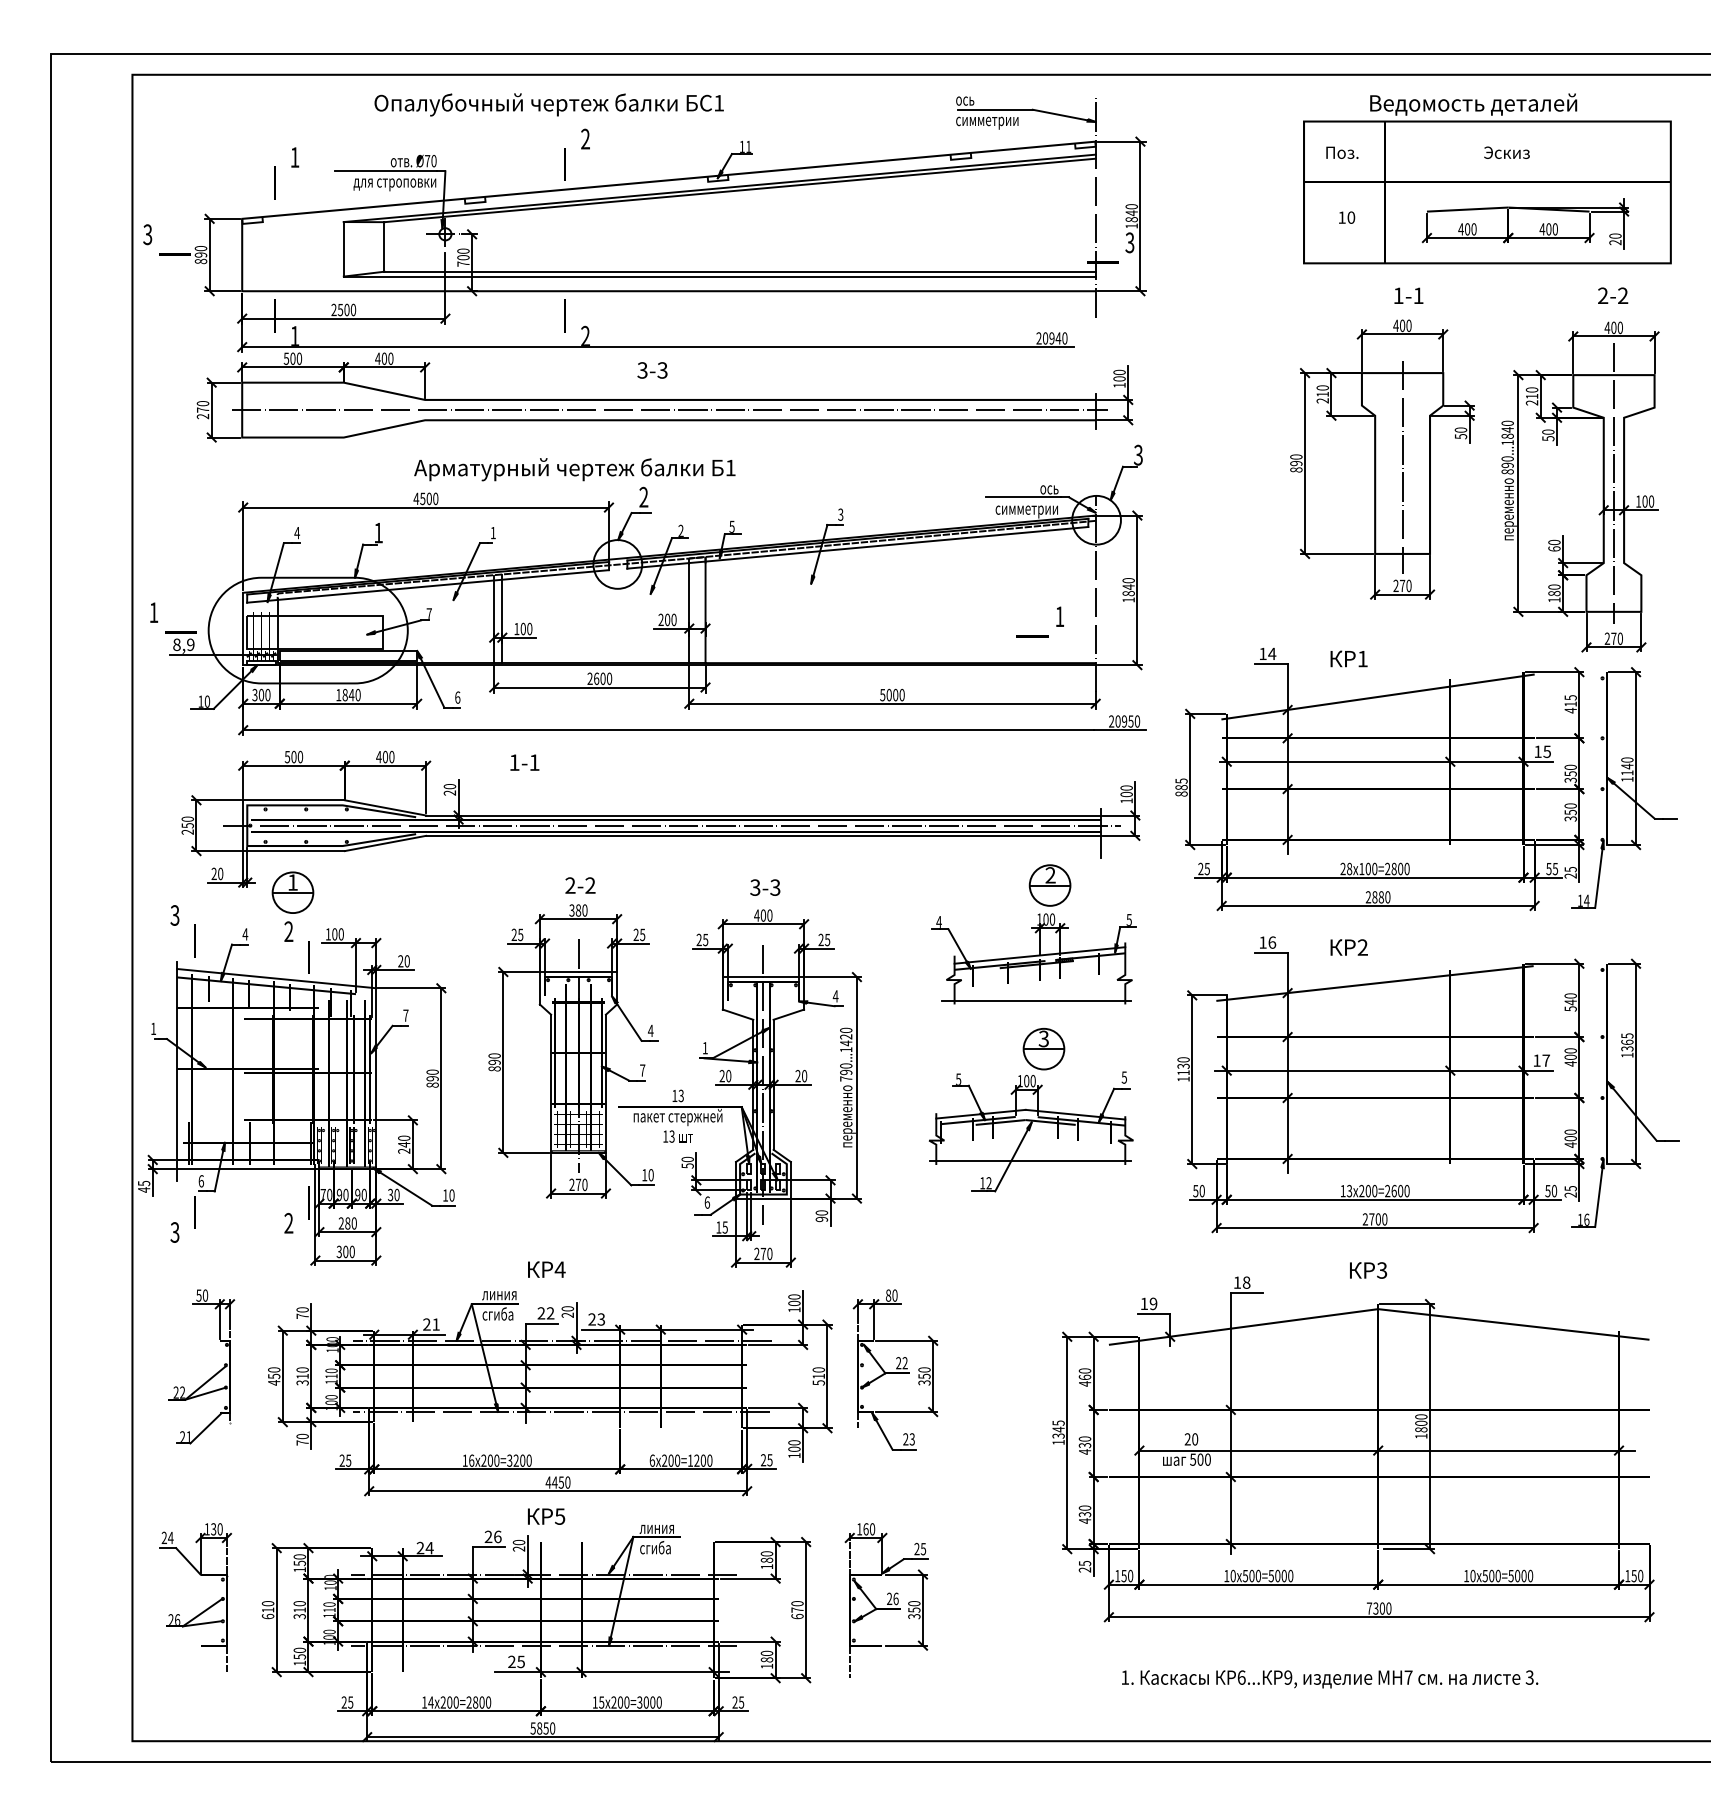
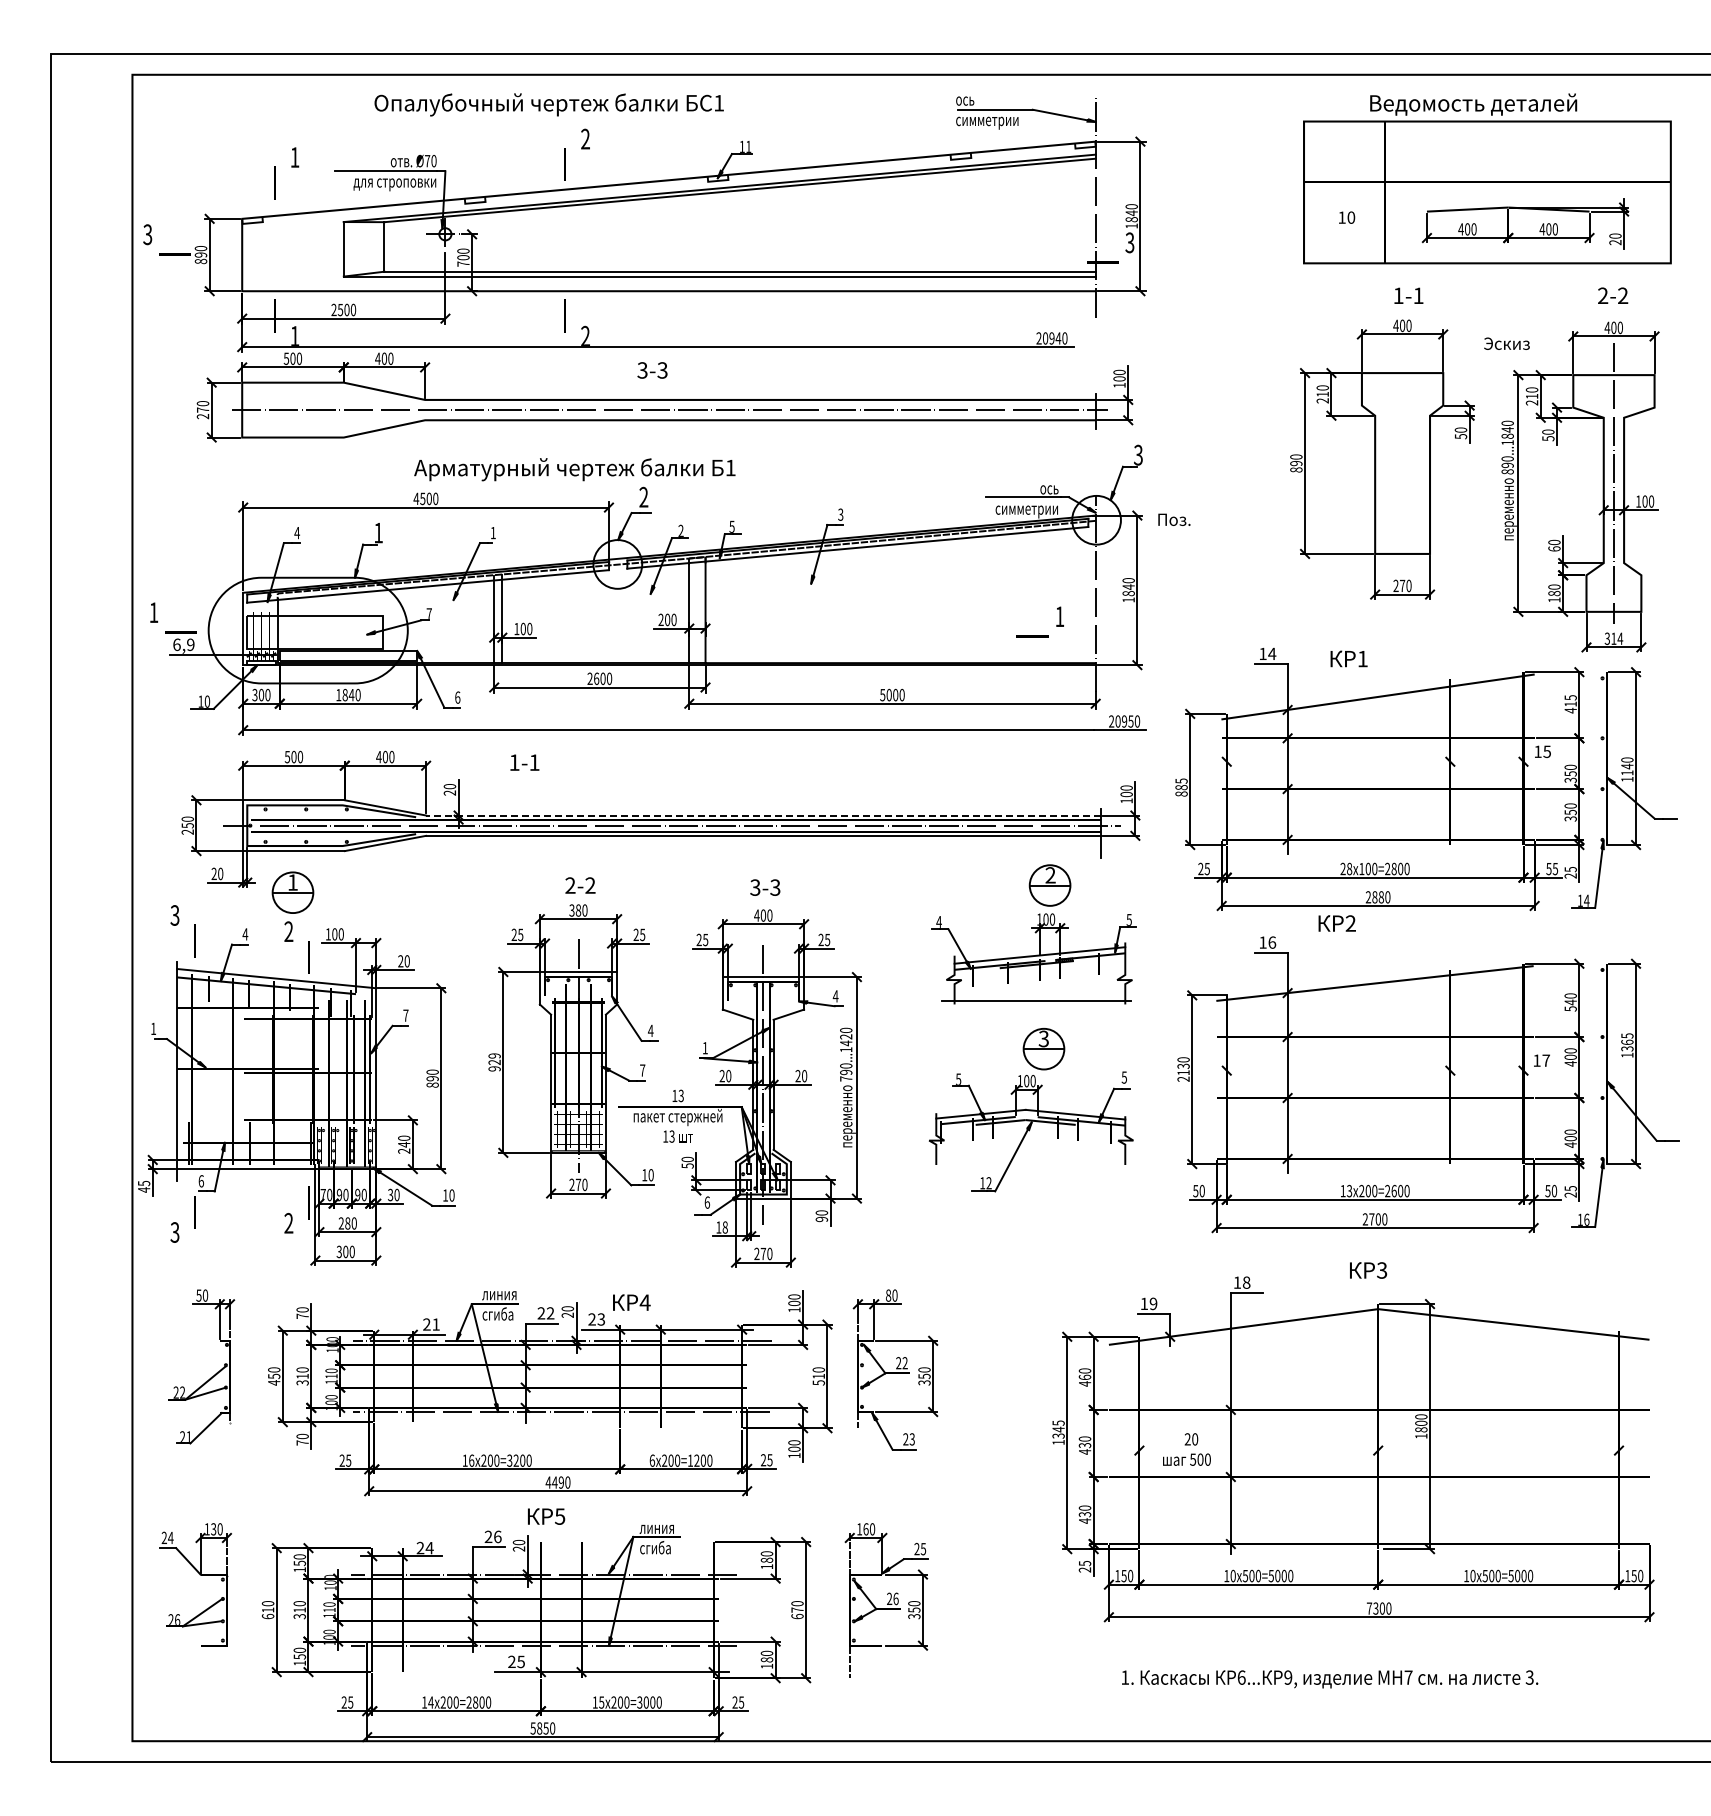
text at (1342, 152) position: (1342, 152) -> (1174, 519)
text at (1506, 152) position: (1506, 152) -> (1506, 343)
line at (1402, 467): present -> none
text at (1613, 638): 270 -> 314
text at (176, 644): 8,9 -> 6,9
line at (1386, 761): present -> none
line at (762, 815): solid -> dashed
text at (1348, 947) position: (1348, 947) -> (1336, 923)
text at (494, 1062): 890 -> 929
line at (1383, 1070): present -> none
text at (1183, 1078): 1130 -> 2130
line at (1030, 1160): present -> none
text at (724, 1227): 15 -> 18
text at (546, 1269) position: (546, 1269) -> (631, 1302)
line at (1387, 1450): present -> none
text at (560, 1482): 4450 -> 4490
line at (226, 1659): present -> none
